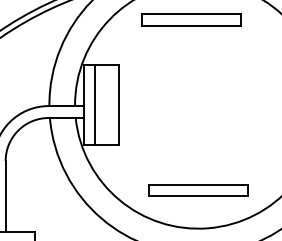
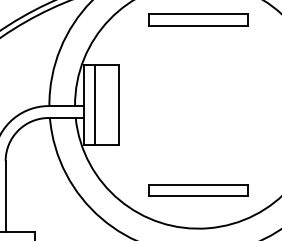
part at (191, 19) position: (191, 19) -> (198, 19)
